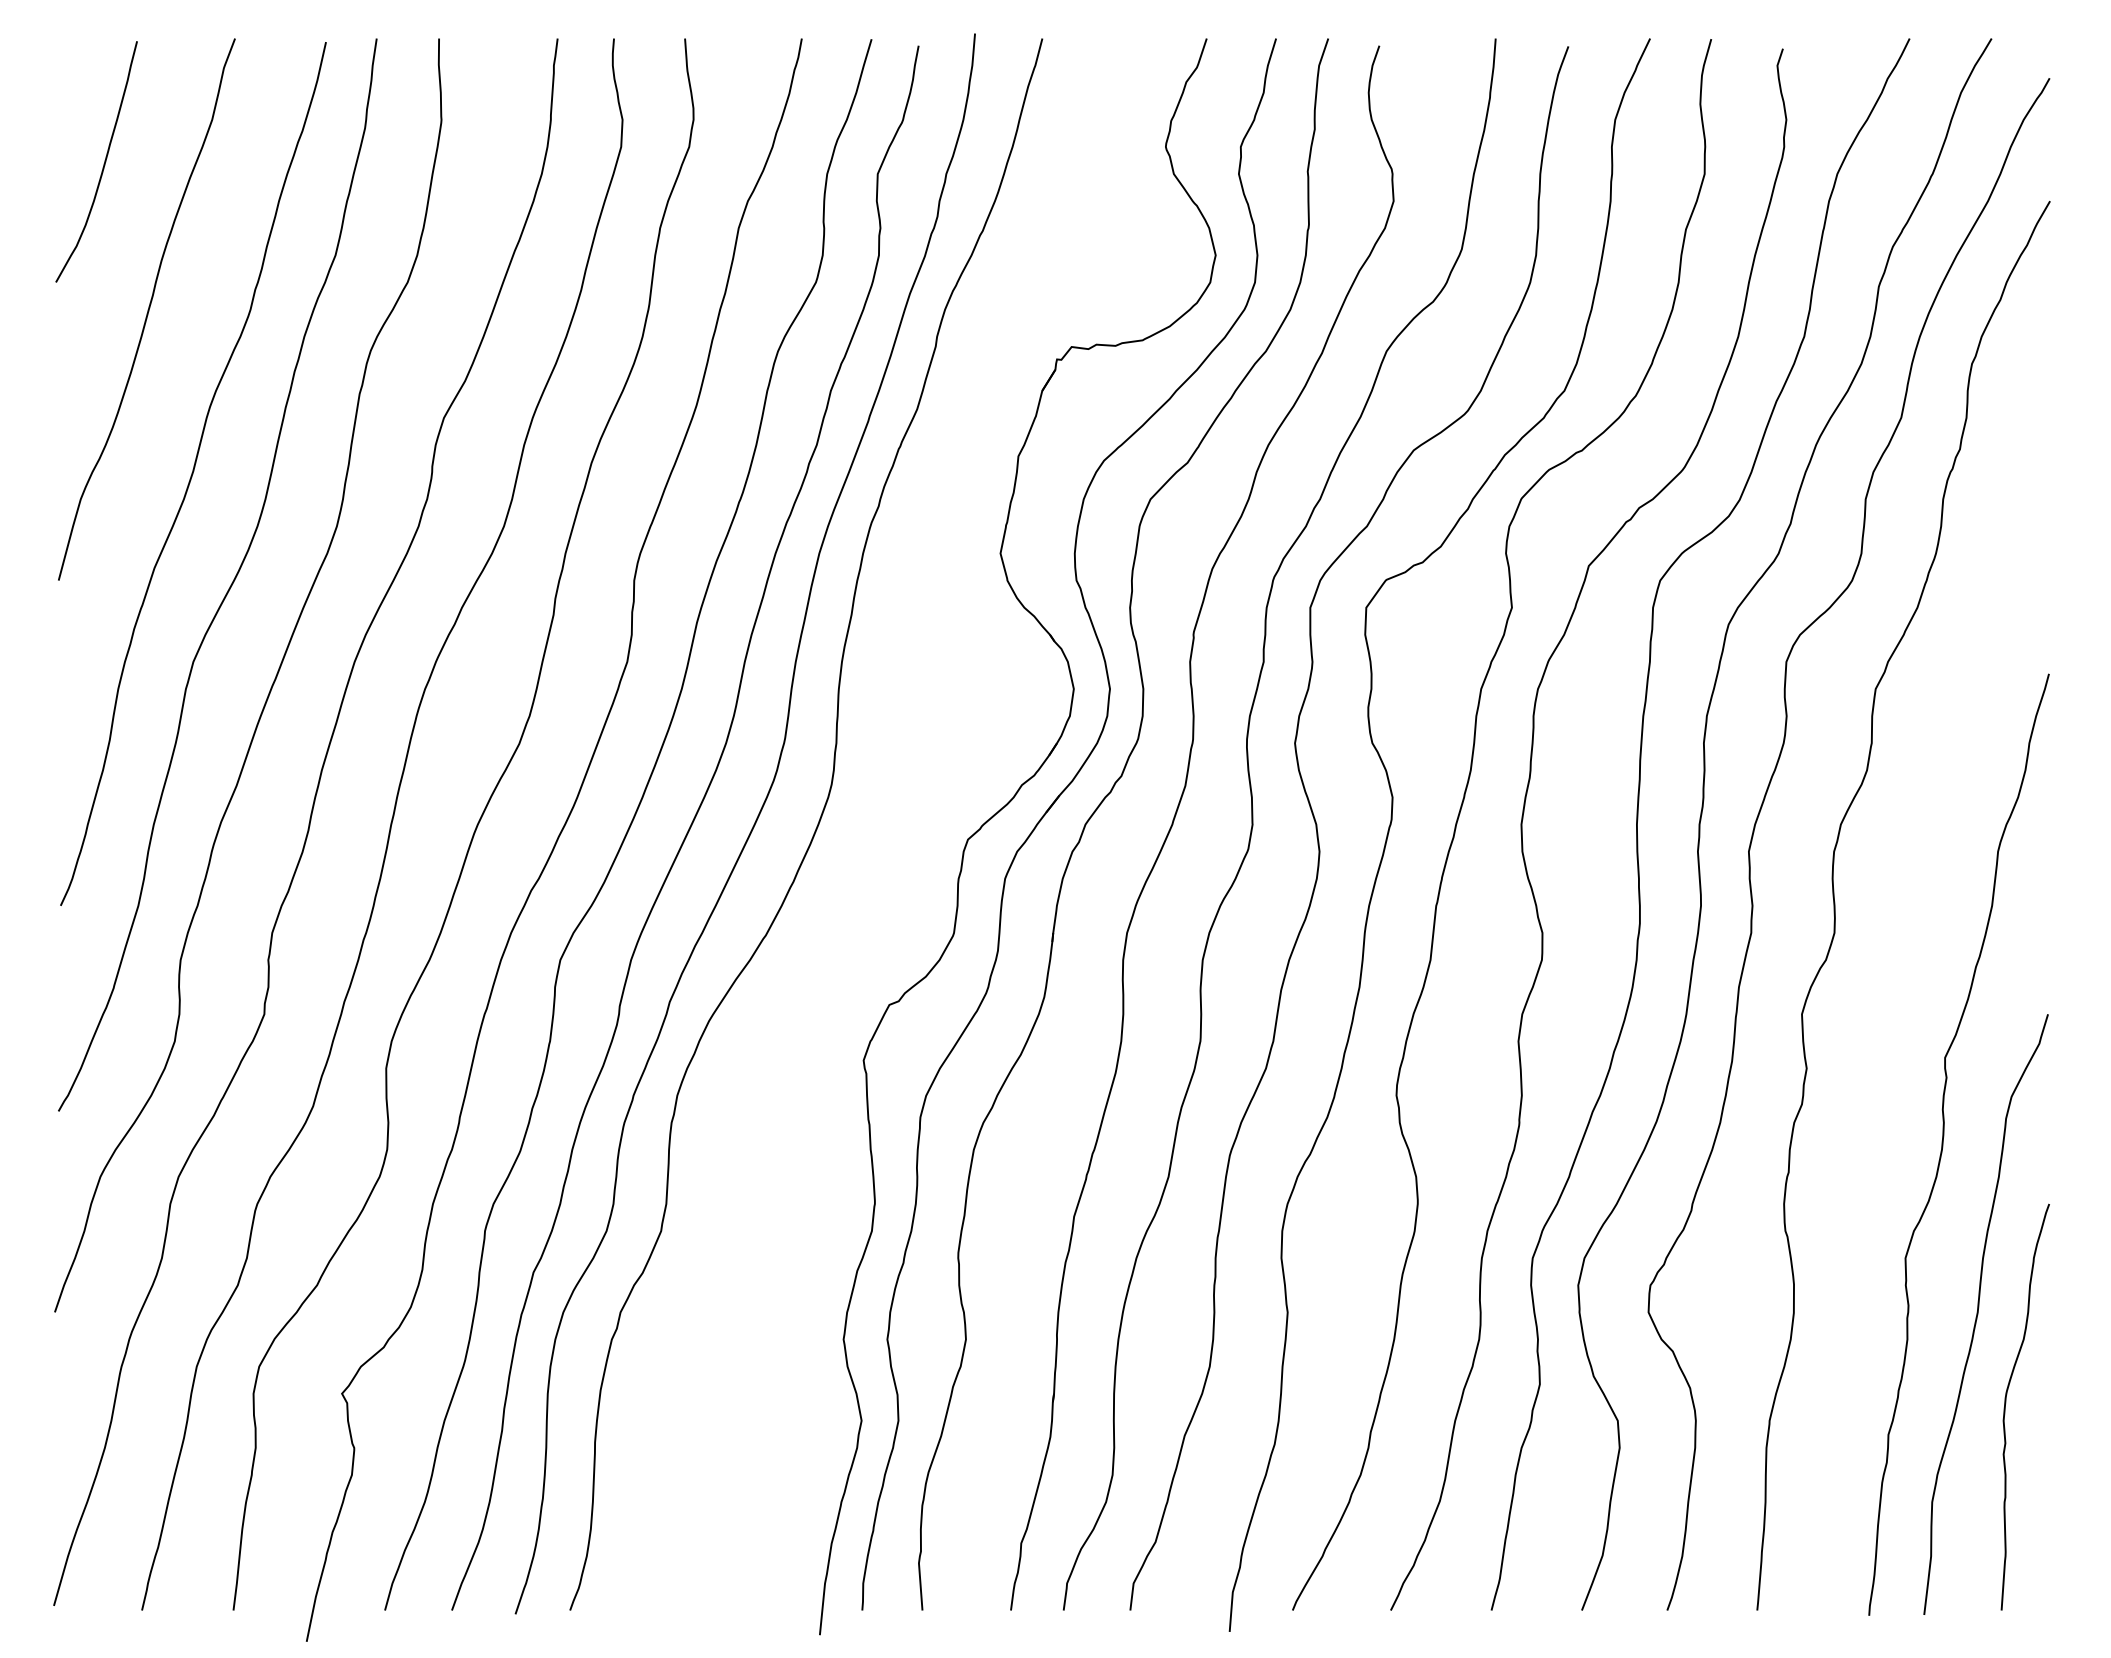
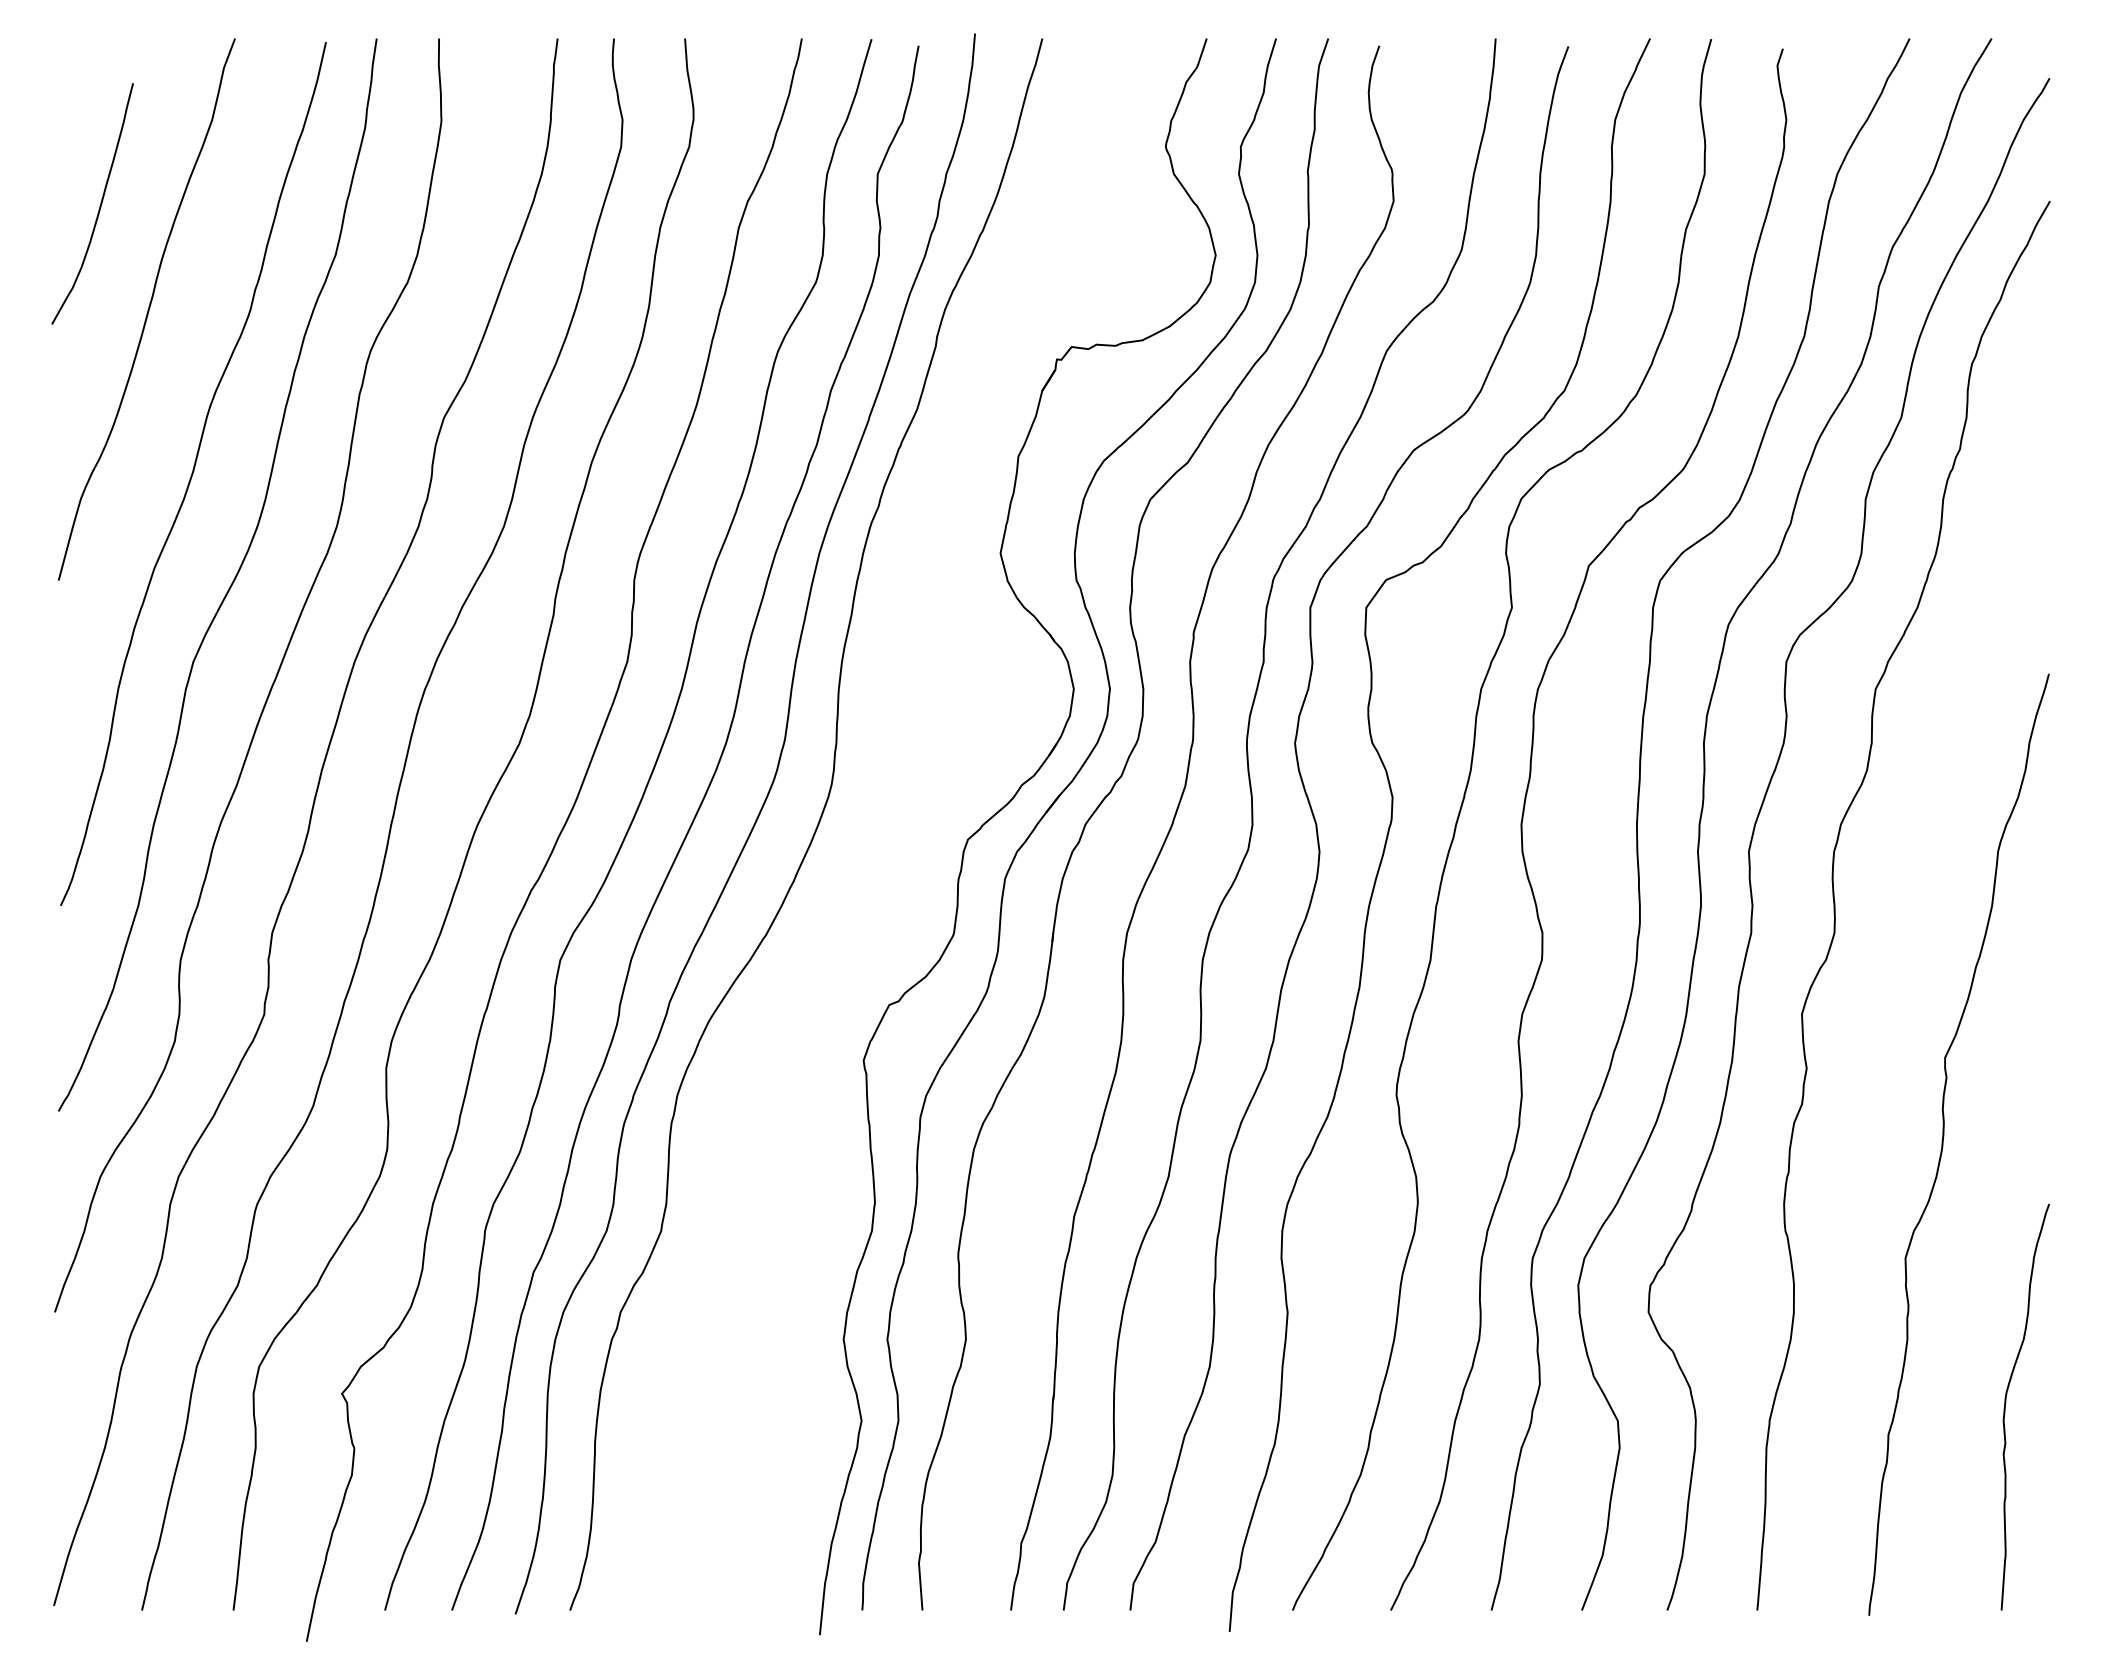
curve at (103, 163) position: (103, 163) -> (99, 205)
curve at (1978, 1314): present -> none
